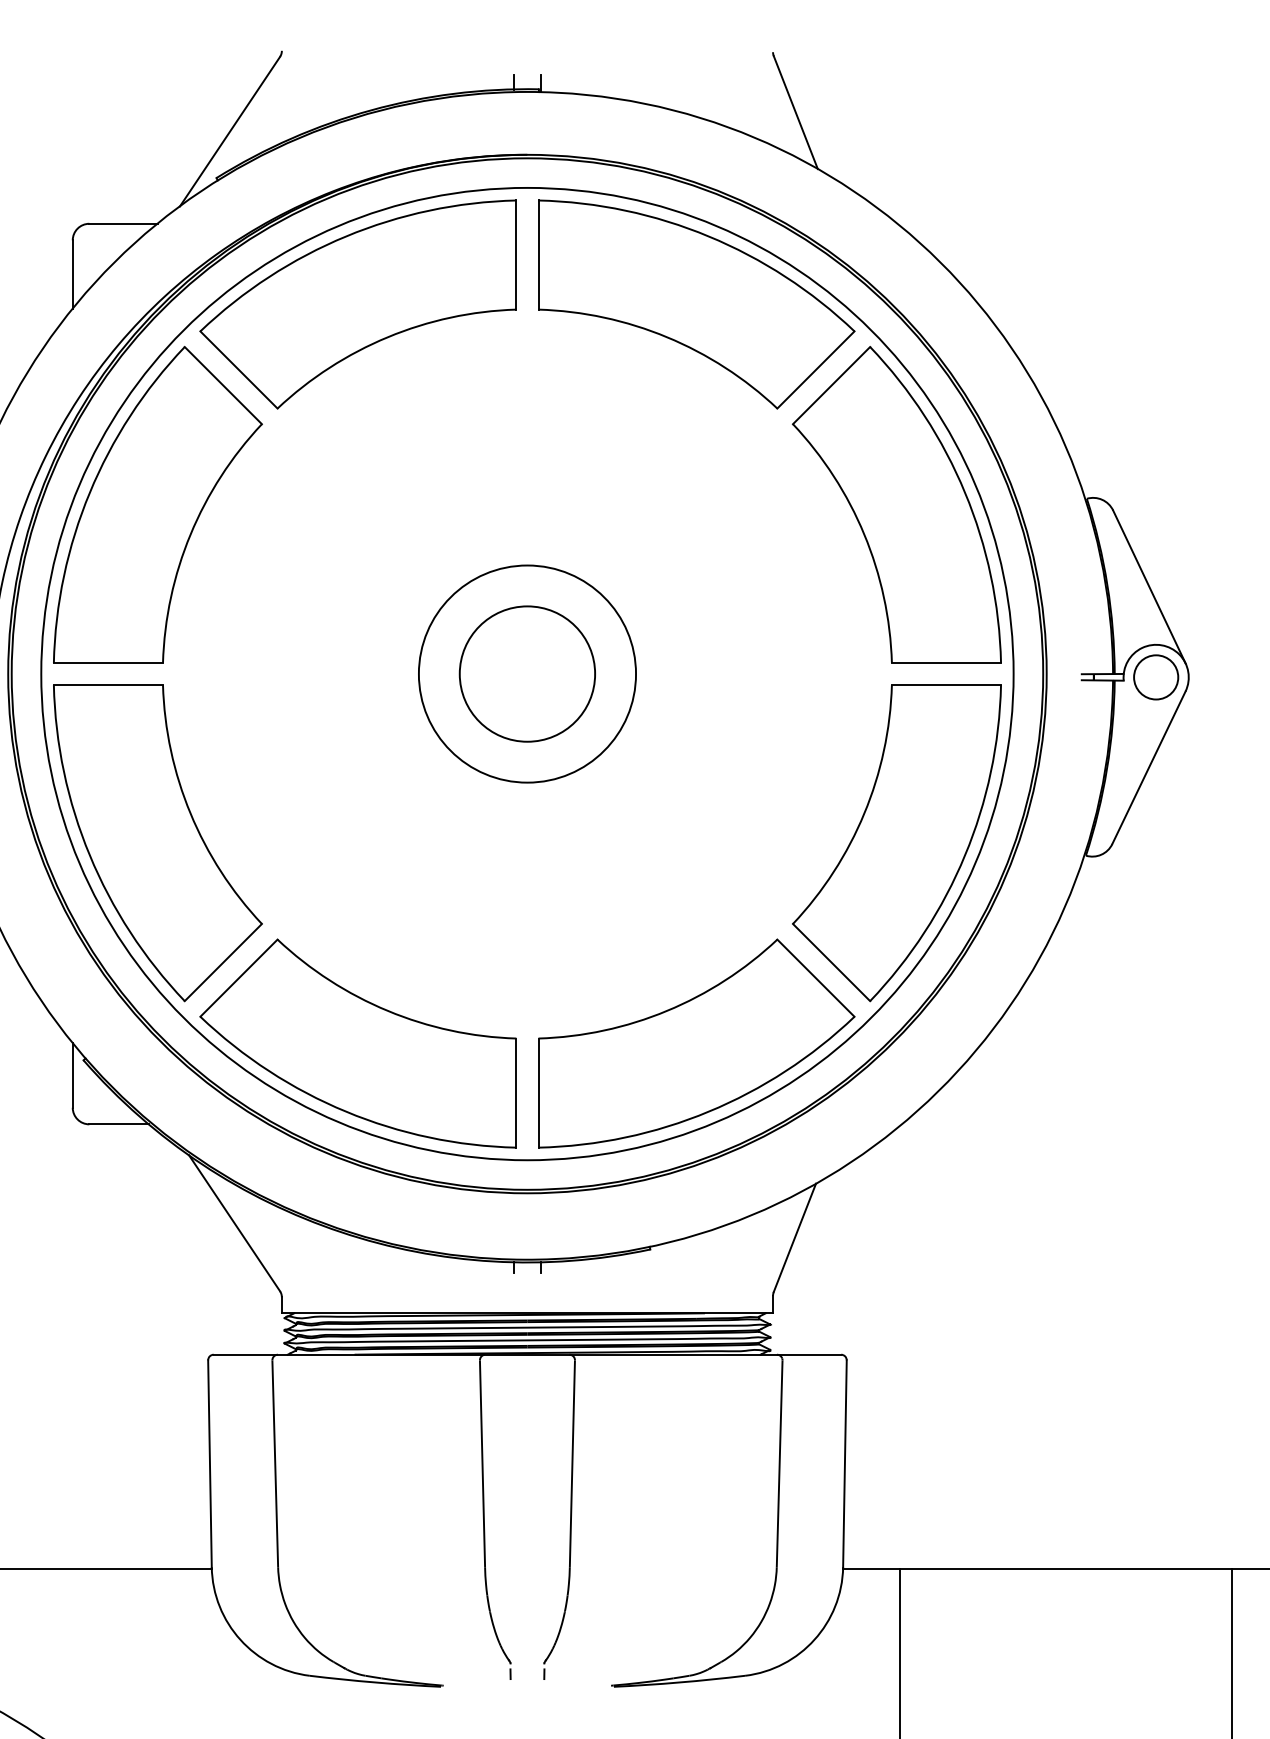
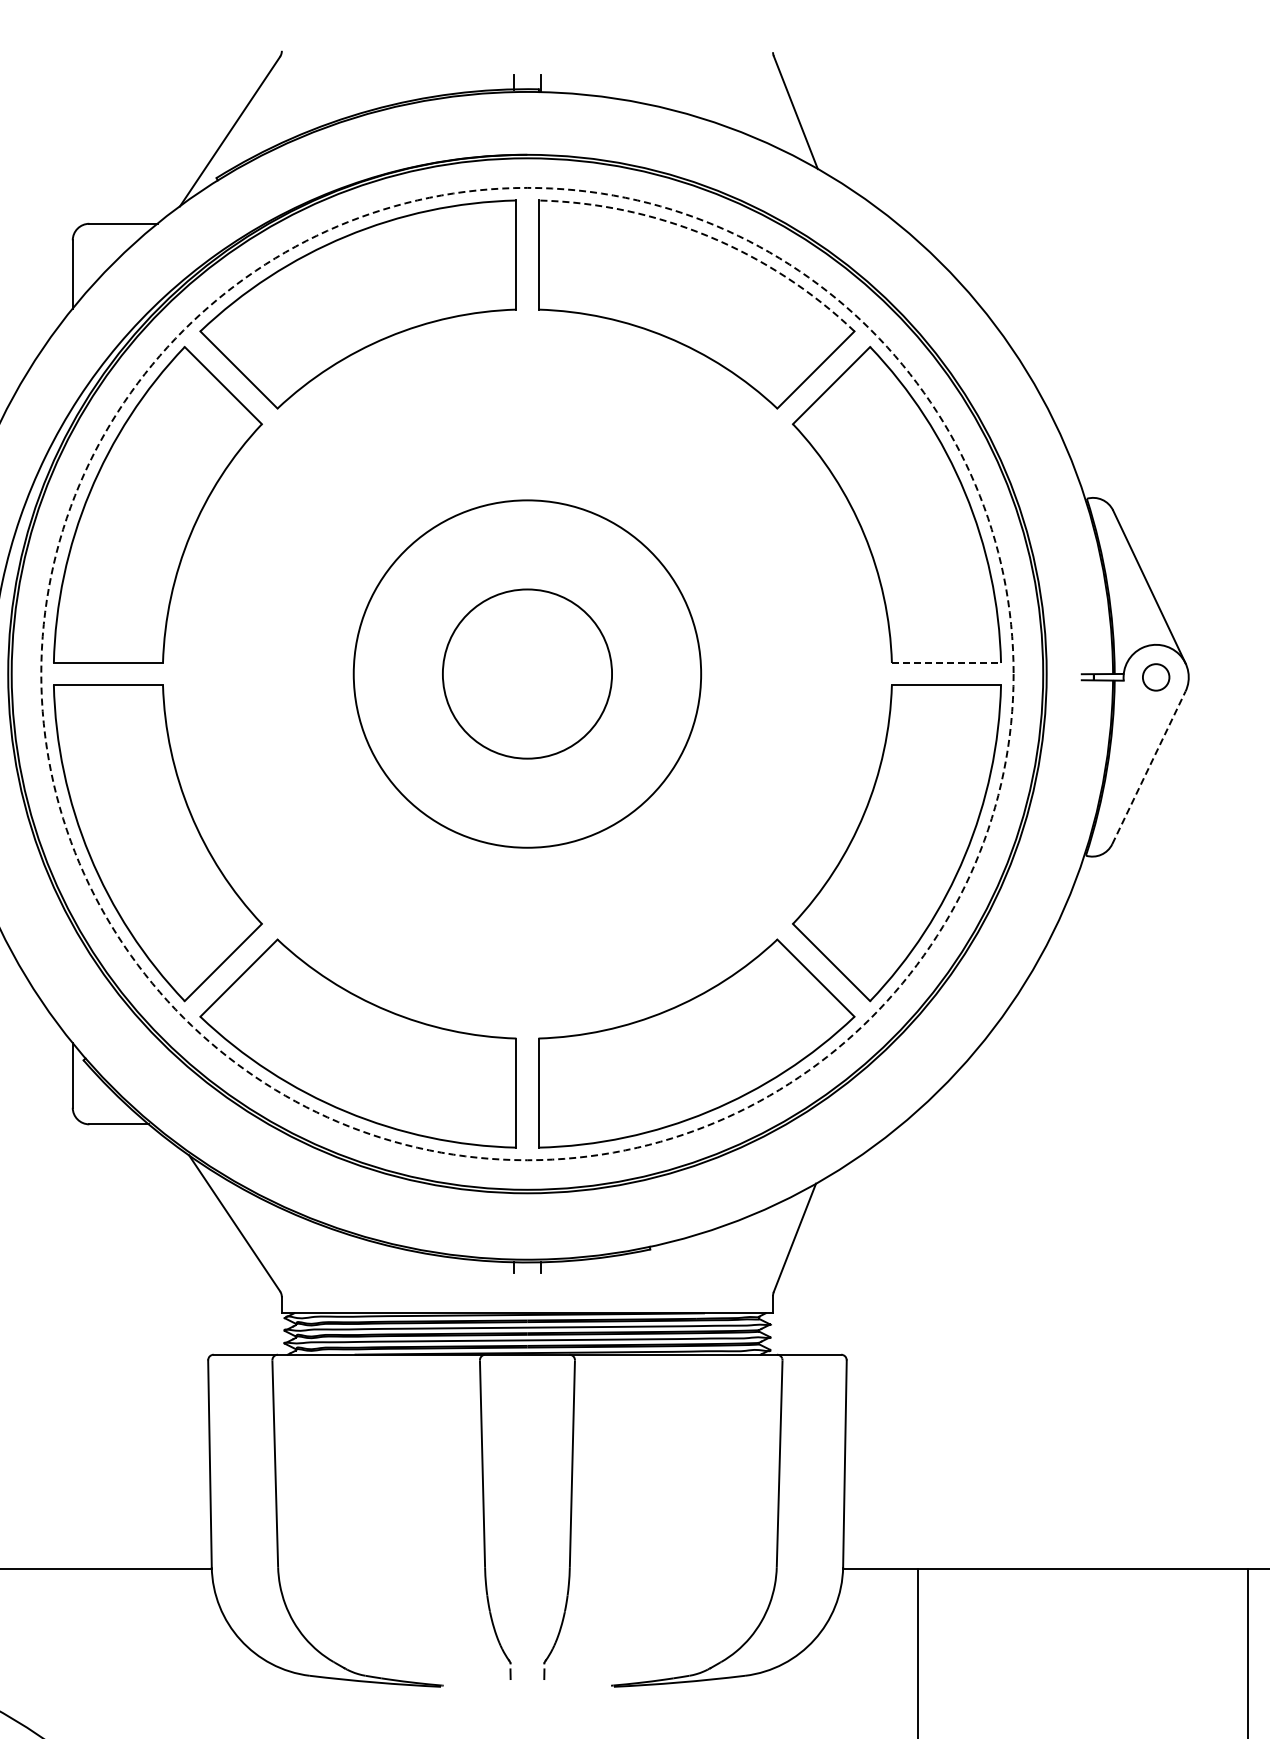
arc at (708, 236): solid -> dashed
line at (946, 663): solid -> dashed
circle at (527, 673) diameter: 135 px -> 169 px
circle at (527, 673) diameter: 217 px -> 347 px
circle at (527, 673): solid -> dashed
circle at (1156, 677) diameter: 44 px -> 27 px
line at (1148, 767): solid -> dashed
line at (900, 1651) position: (900, 1651) -> (918, 1651)
line at (1231, 1651) position: (1231, 1651) -> (1247, 1651)
